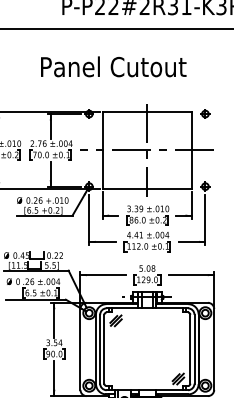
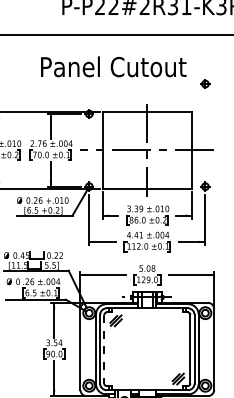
line at (116, 29) position: (116, 29) -> (116, 35)
part at (205, 113) position: (205, 113) -> (205, 83)
line at (104, 349): solid -> dashed
